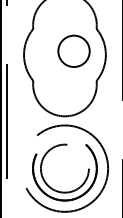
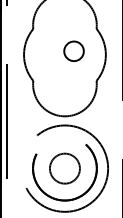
circle at (73, 51) diameter: 31 px -> 20 px
circle at (64, 168) diameter: 48 px -> 30 px
